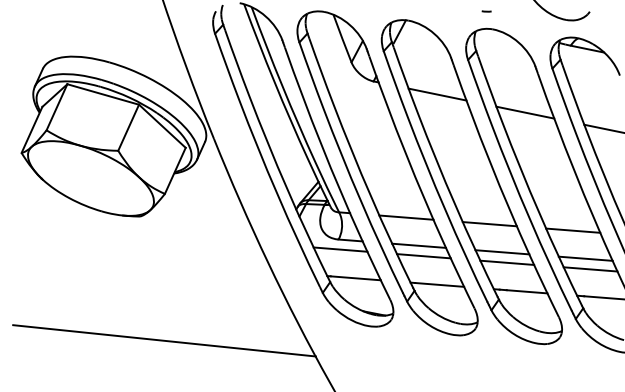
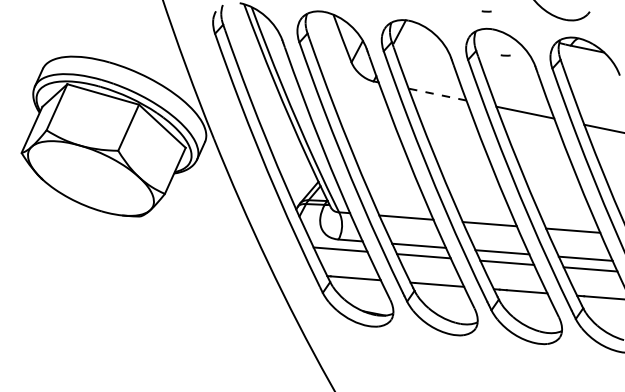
curve at (505, 55): none -> present
line at (437, 94): solid -> dashed
line at (164, 340): present -> none
